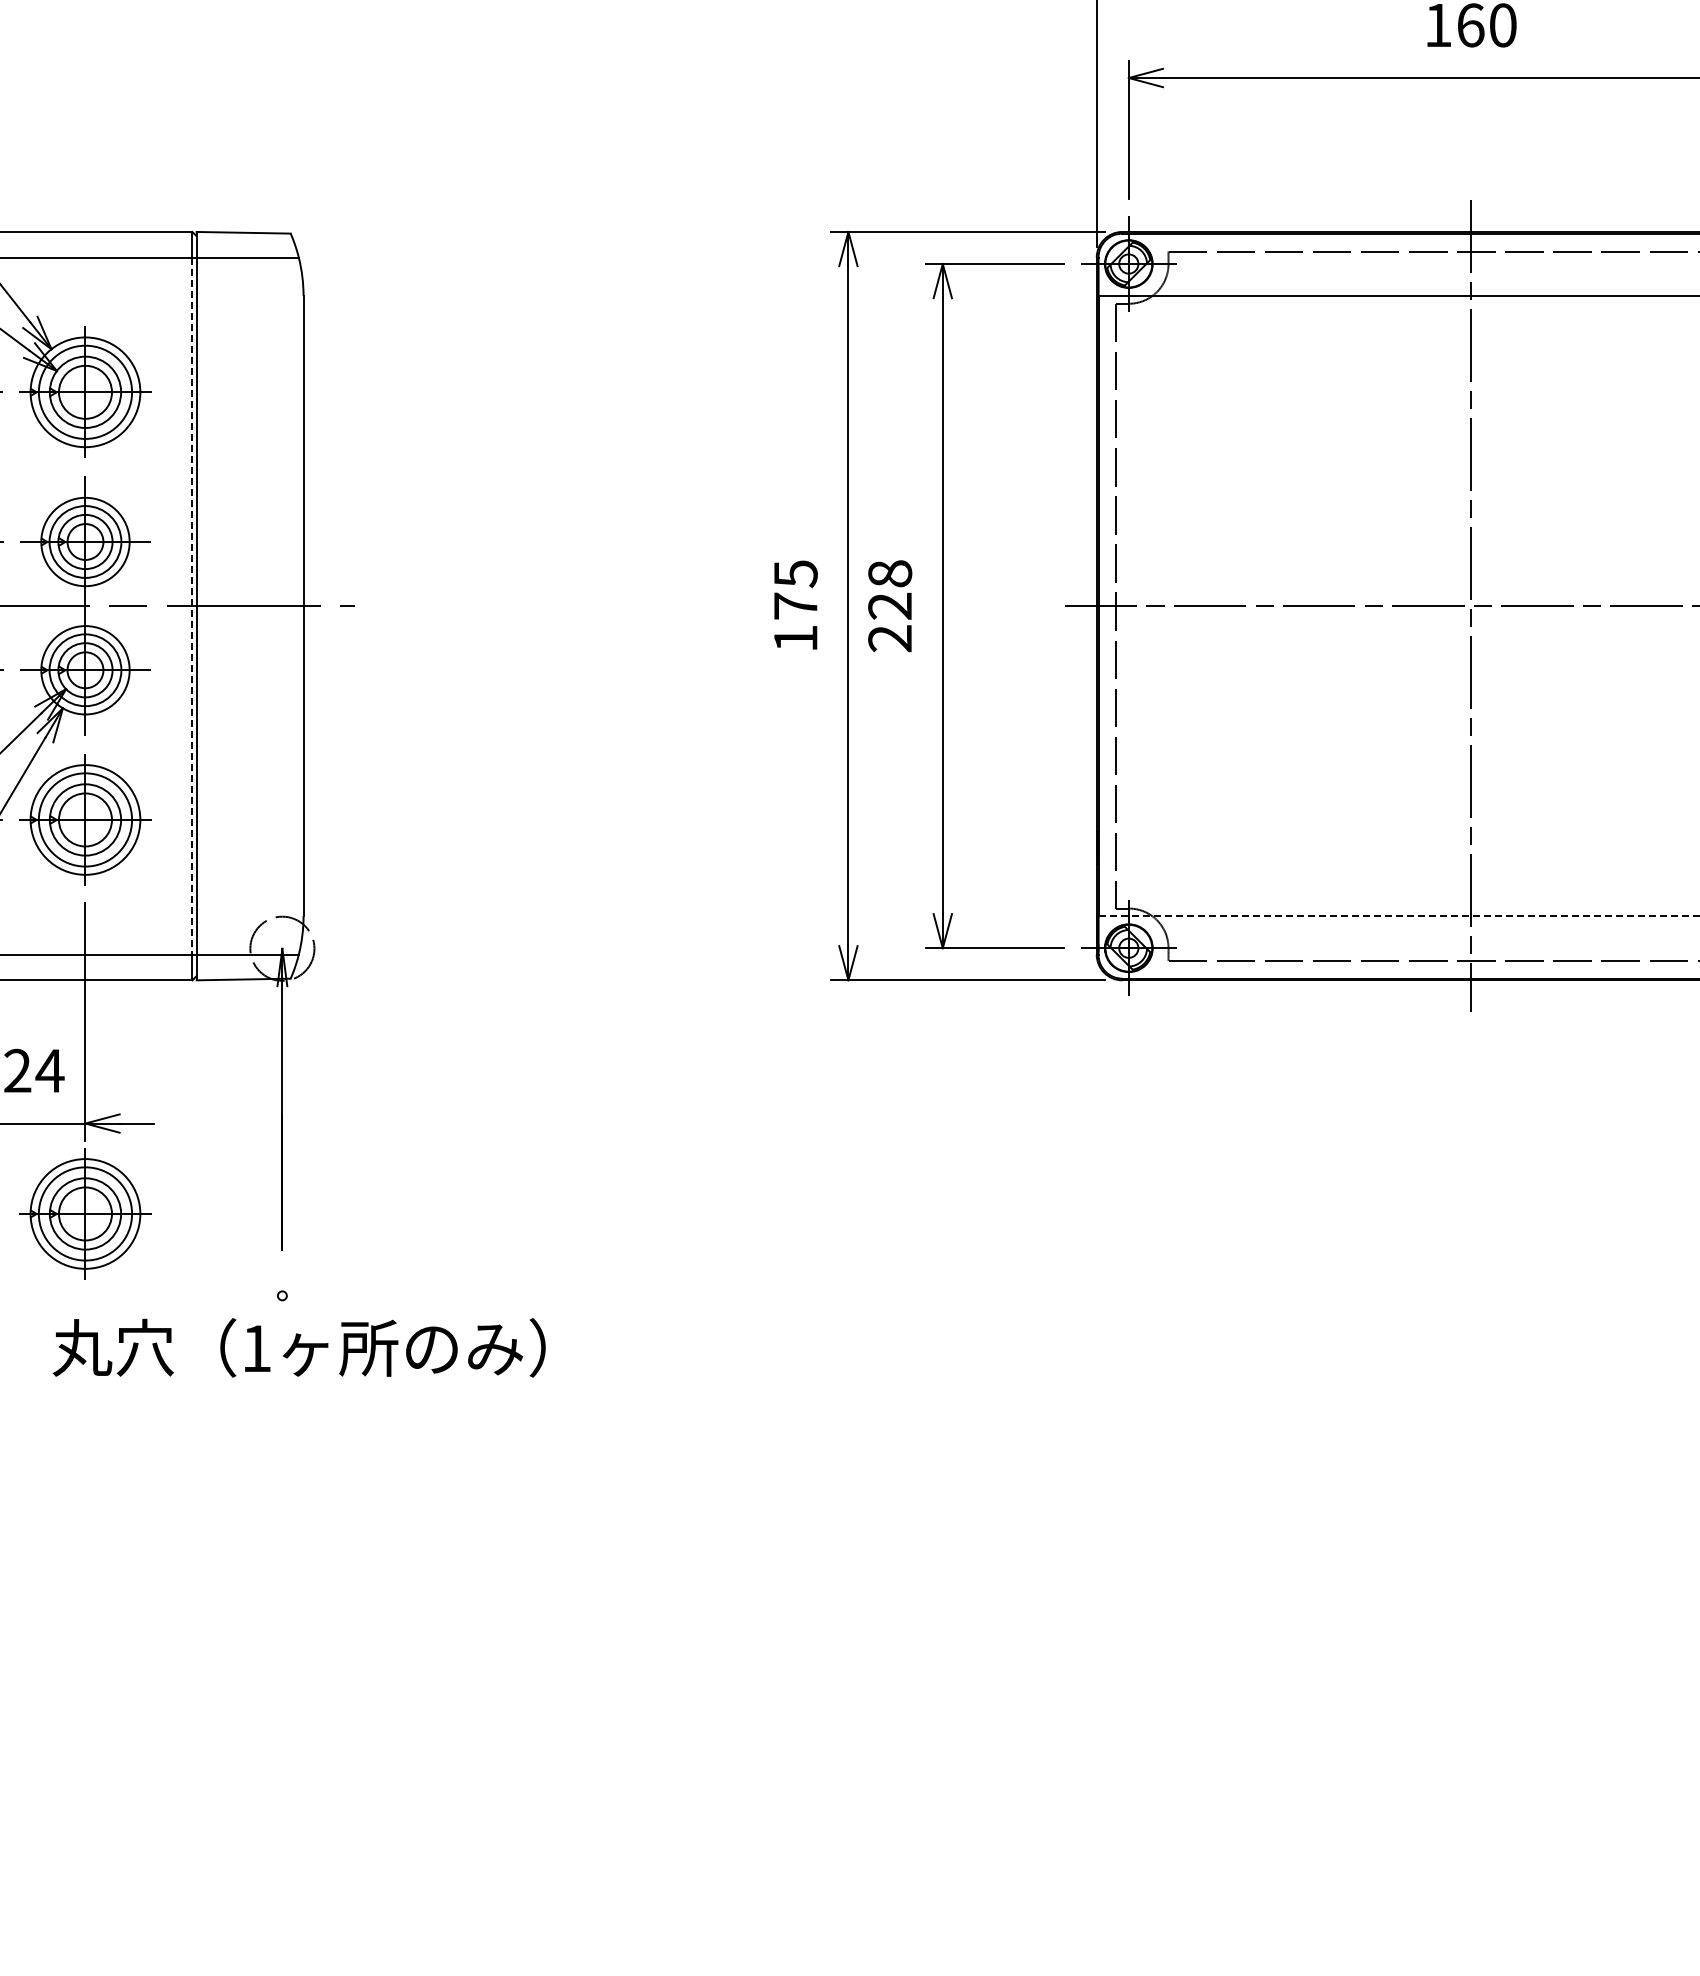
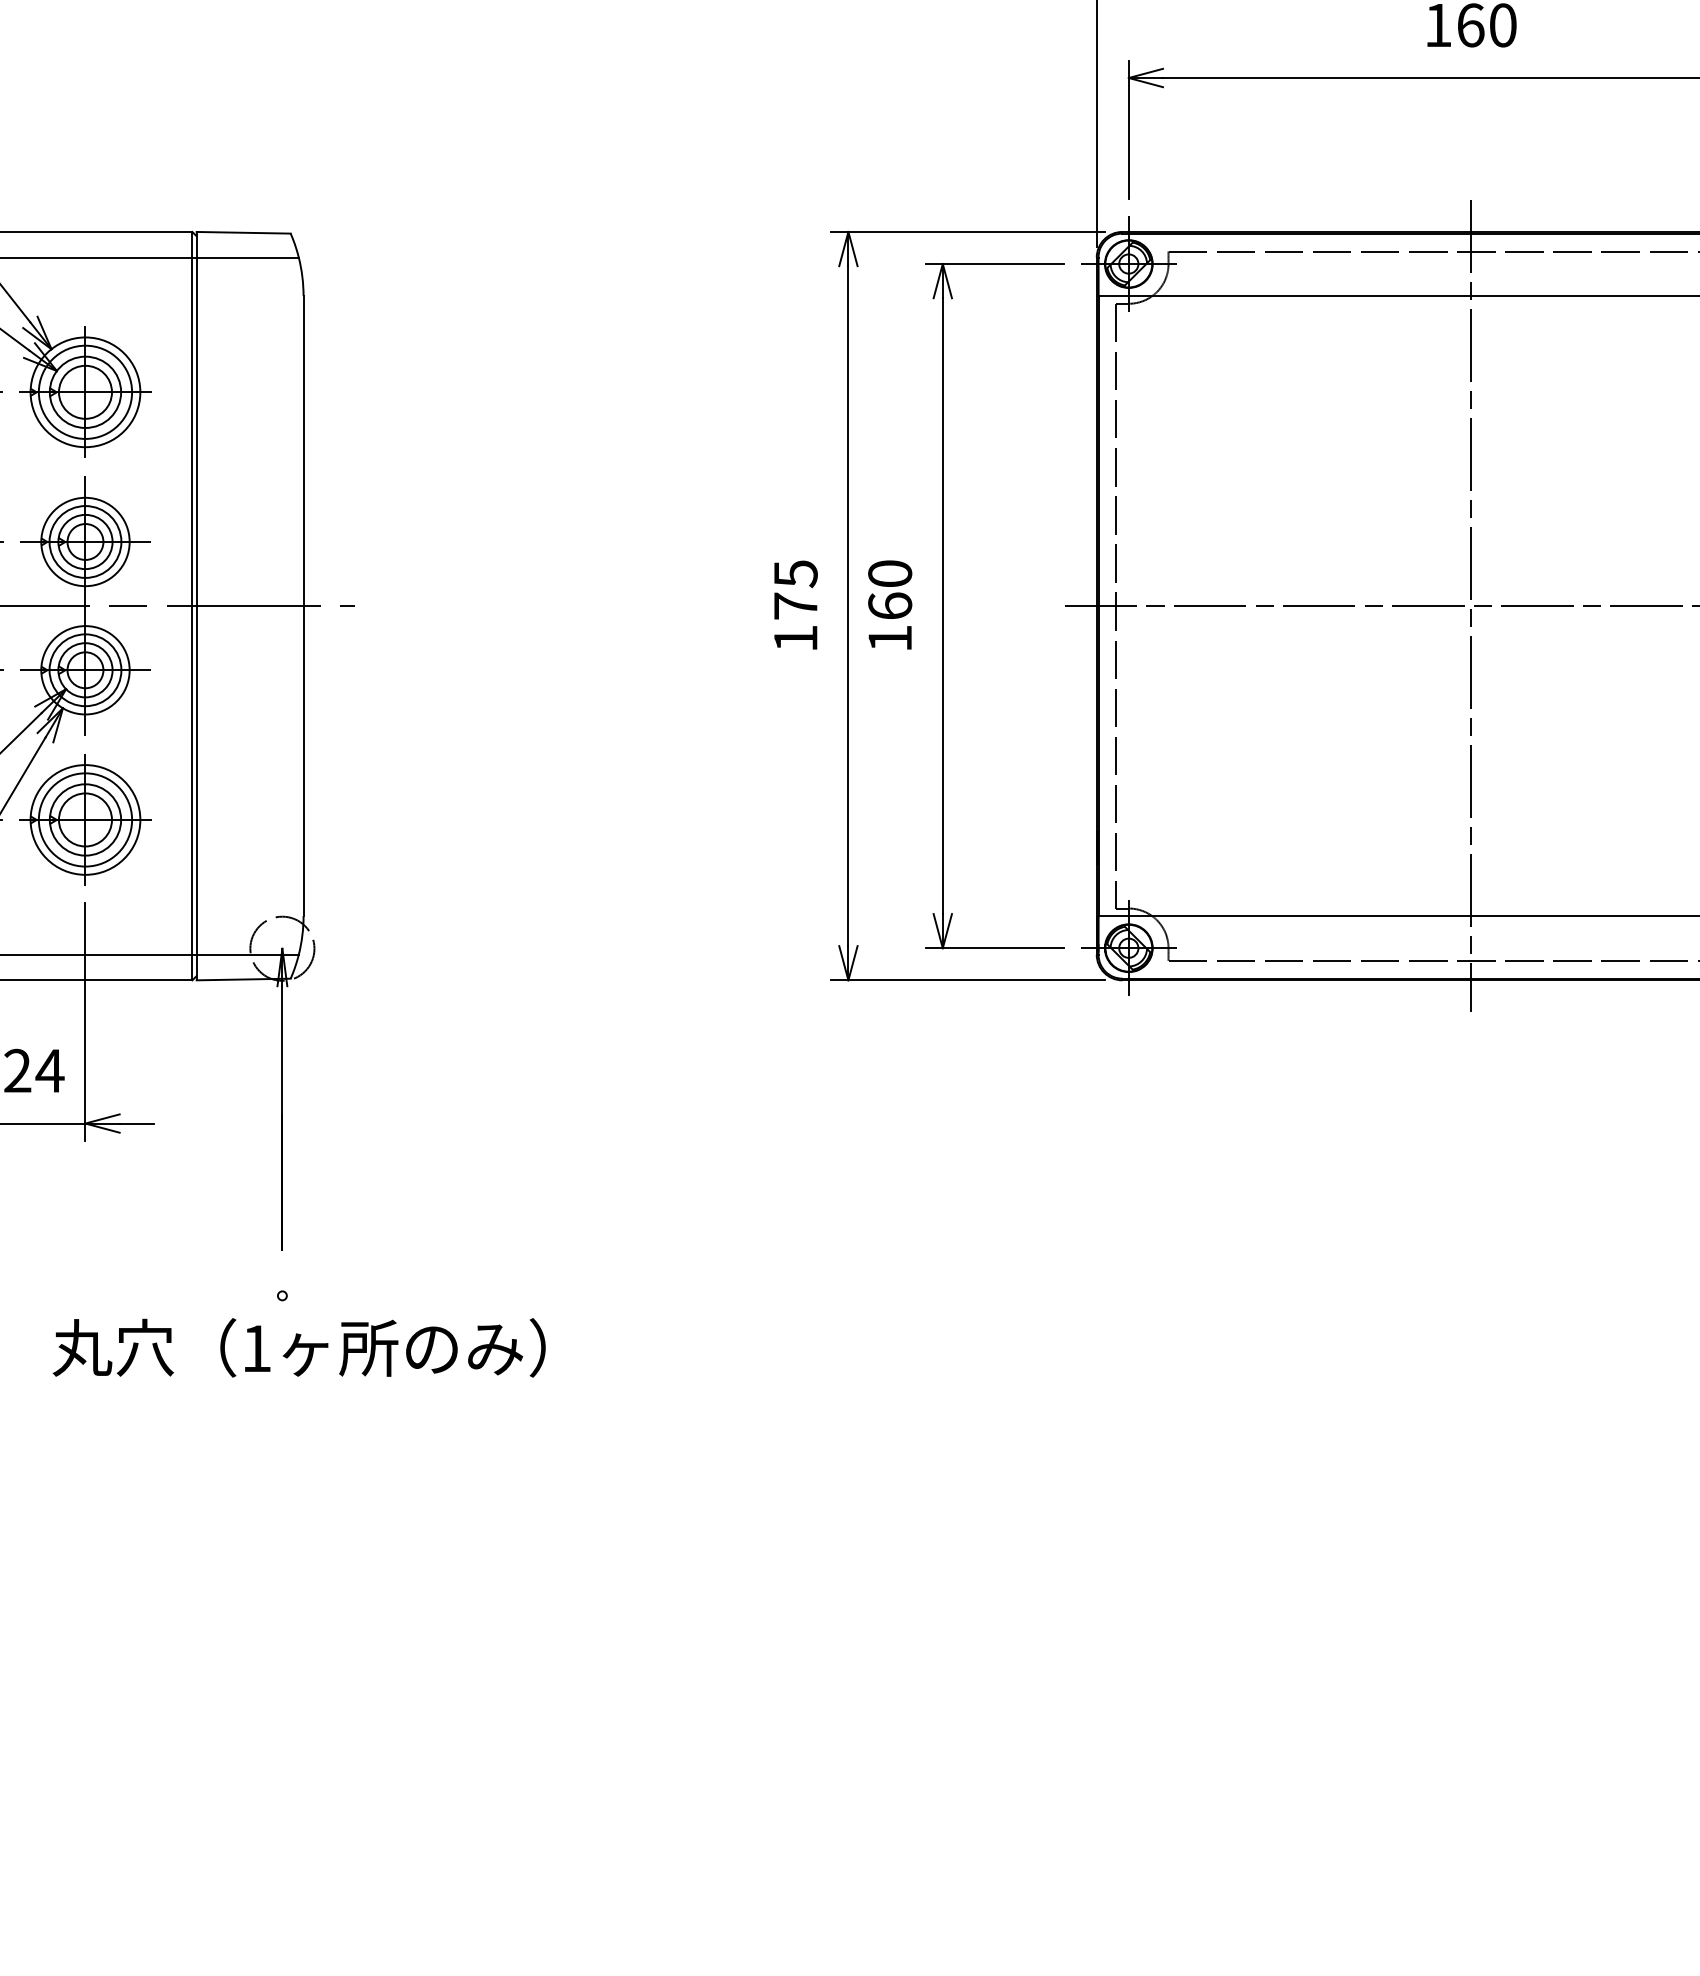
line at (192, 606): dashed -> solid
text at (890, 606): 228 -> 160
line at (1399, 916): dashed -> solid
part at (85, 1213): present -> none
